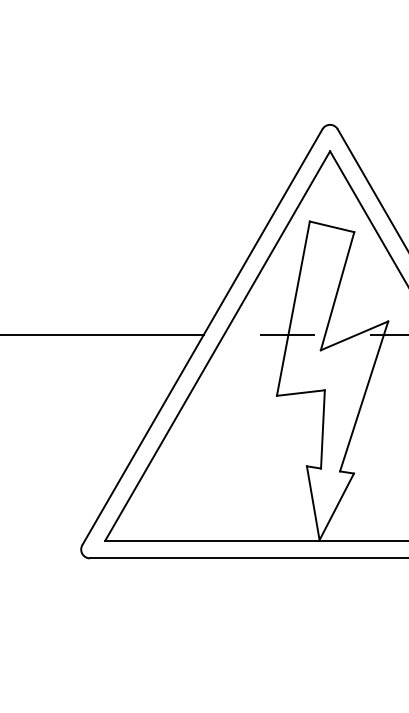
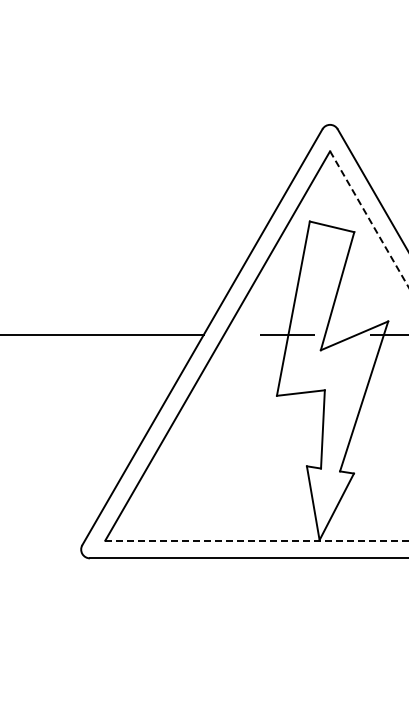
line at (369, 219): solid -> dashed
line at (257, 540): solid -> dashed
